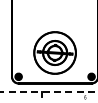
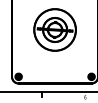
part at (54, 52) position: (54, 52) -> (54, 29)
line at (48, 91): dashed -> solid
